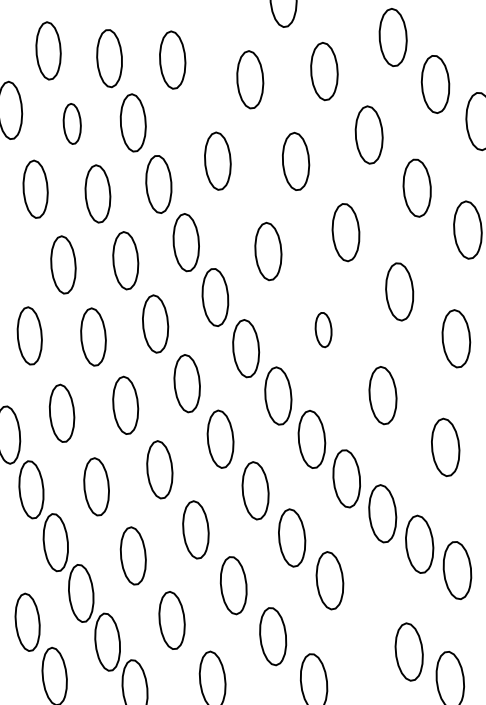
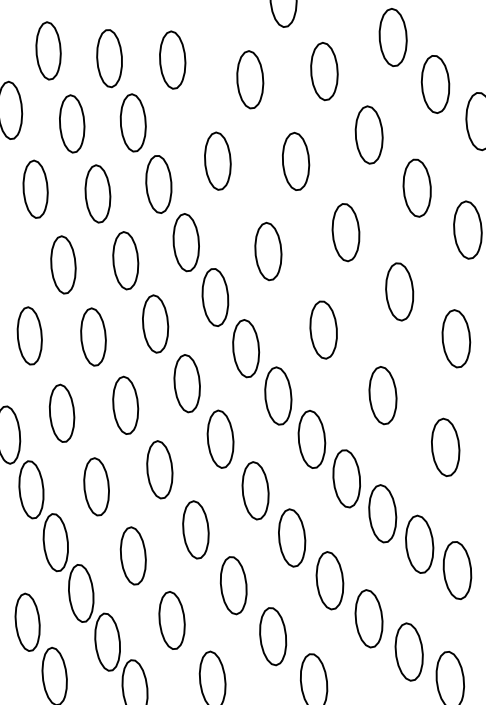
part at (71, 123) size: 20x42 px -> 27x60 px
part at (323, 330) size: 19x37 px -> 29x60 px
part at (368, 618): none -> present
